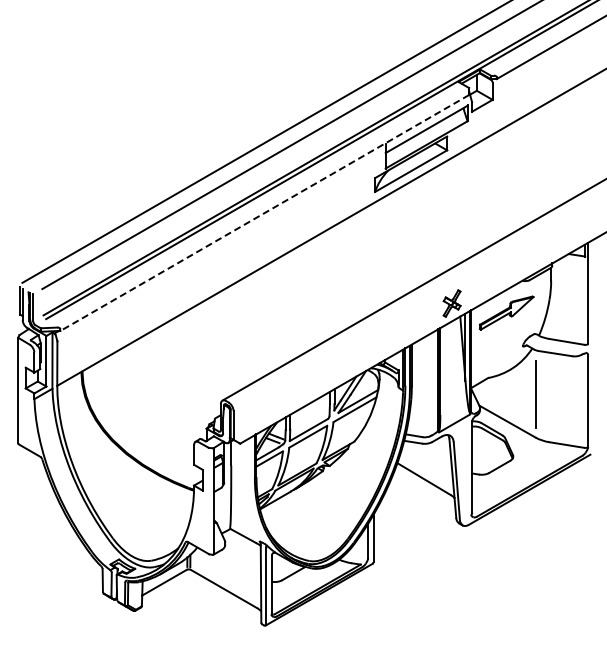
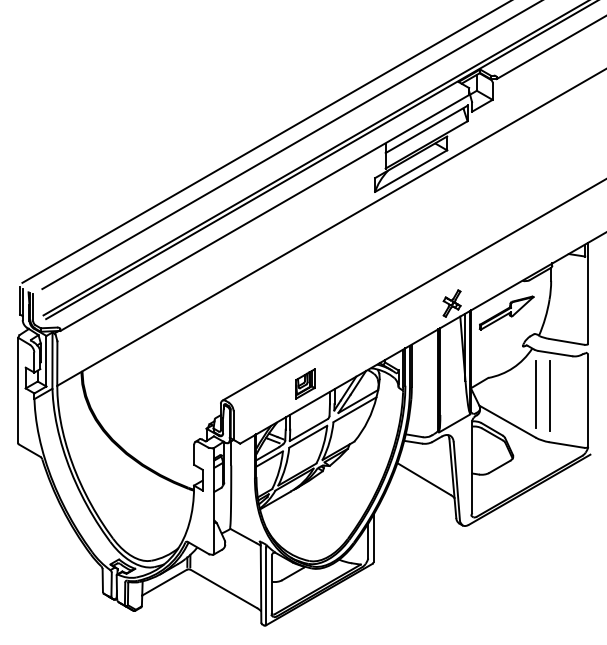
line at (264, 212): dashed -> solid
part at (305, 383): none -> present
line at (549, 396): none -> present
